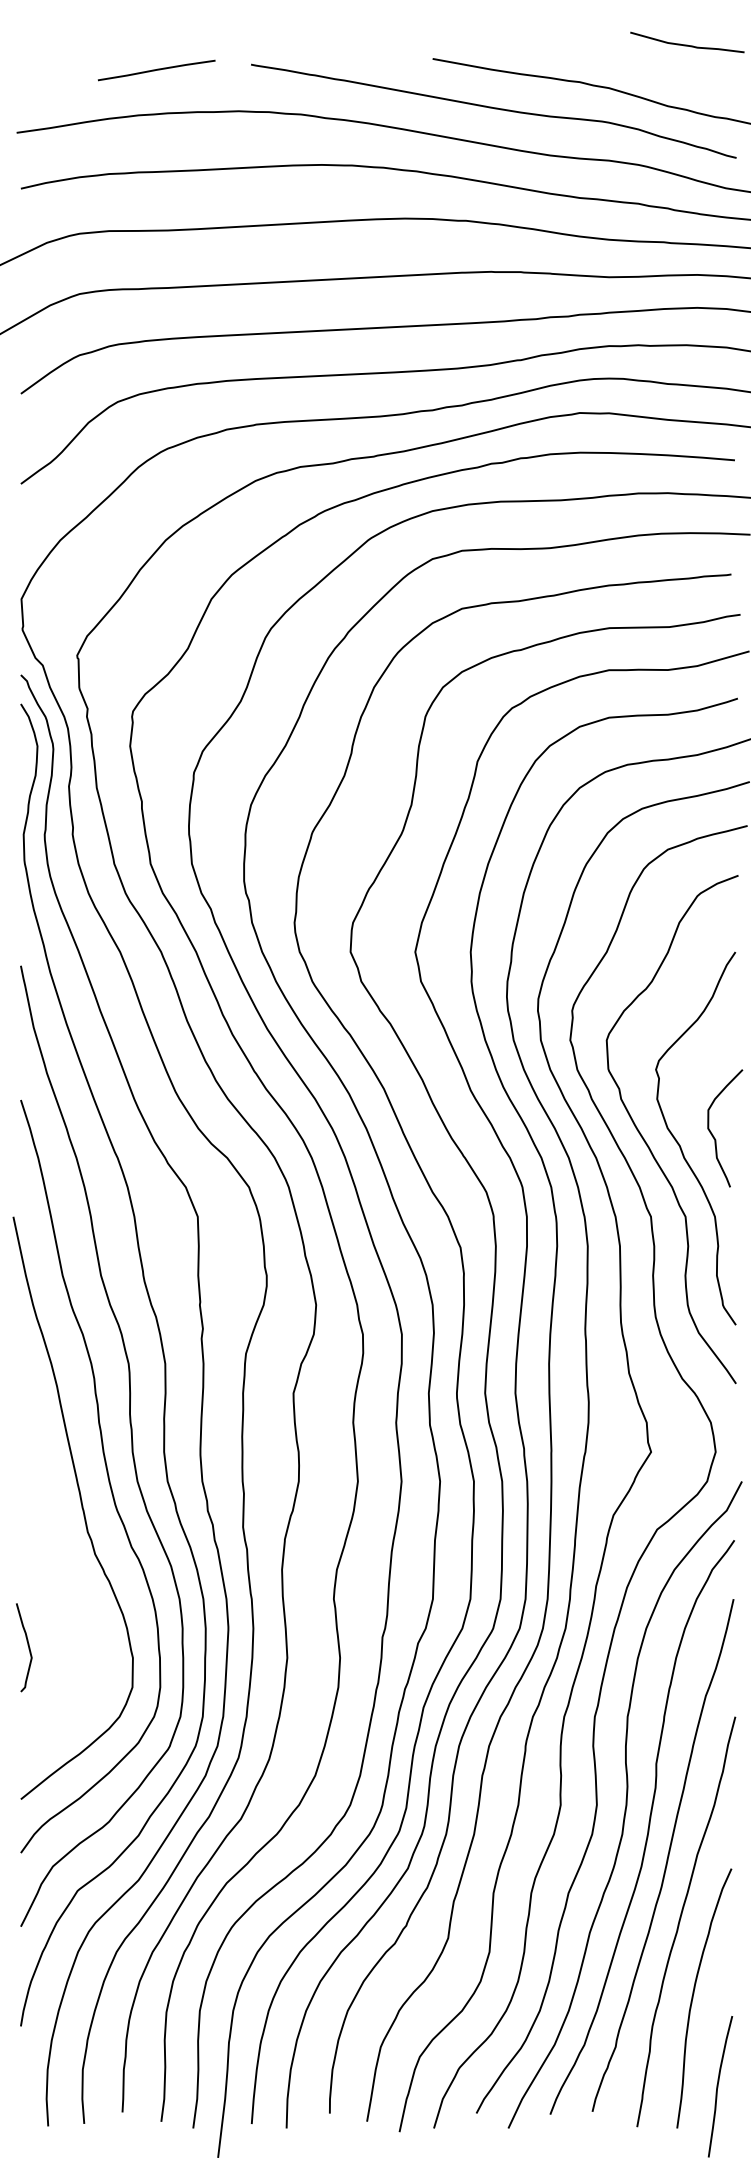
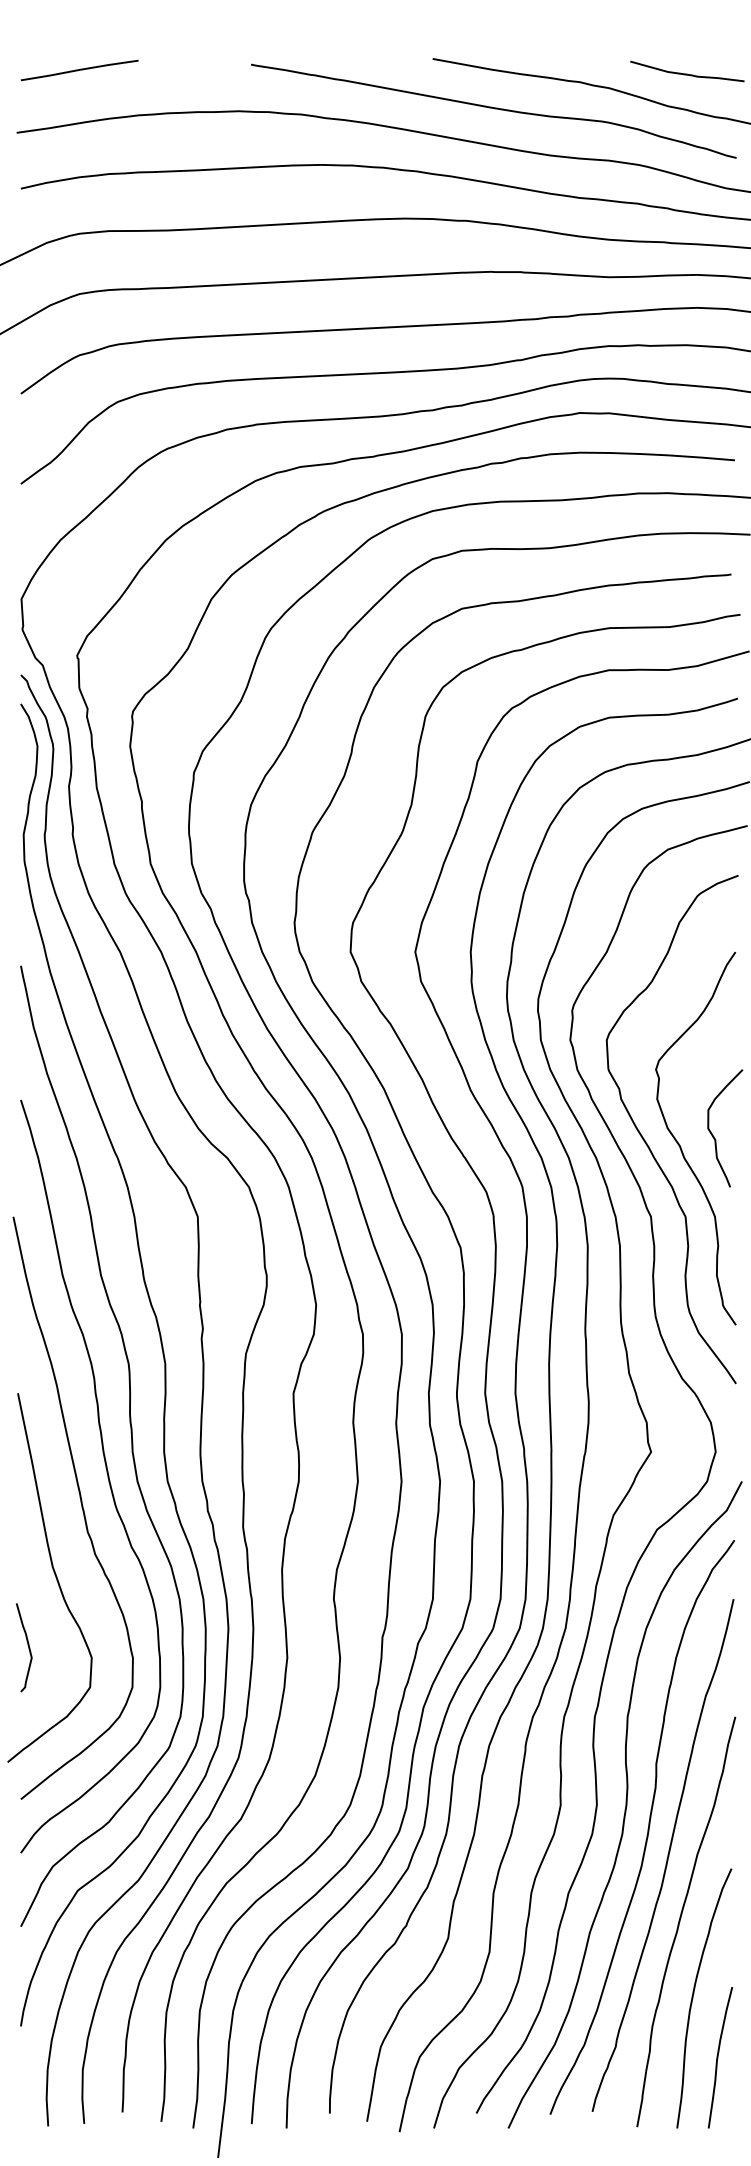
curve at (687, 44) position: (687, 44) -> (687, 73)
line at (156, 70) position: (156, 70) -> (79, 70)
curve at (54, 1575): none -> present
curve at (718, 2086) position: (718, 2086) -> (718, 2057)
